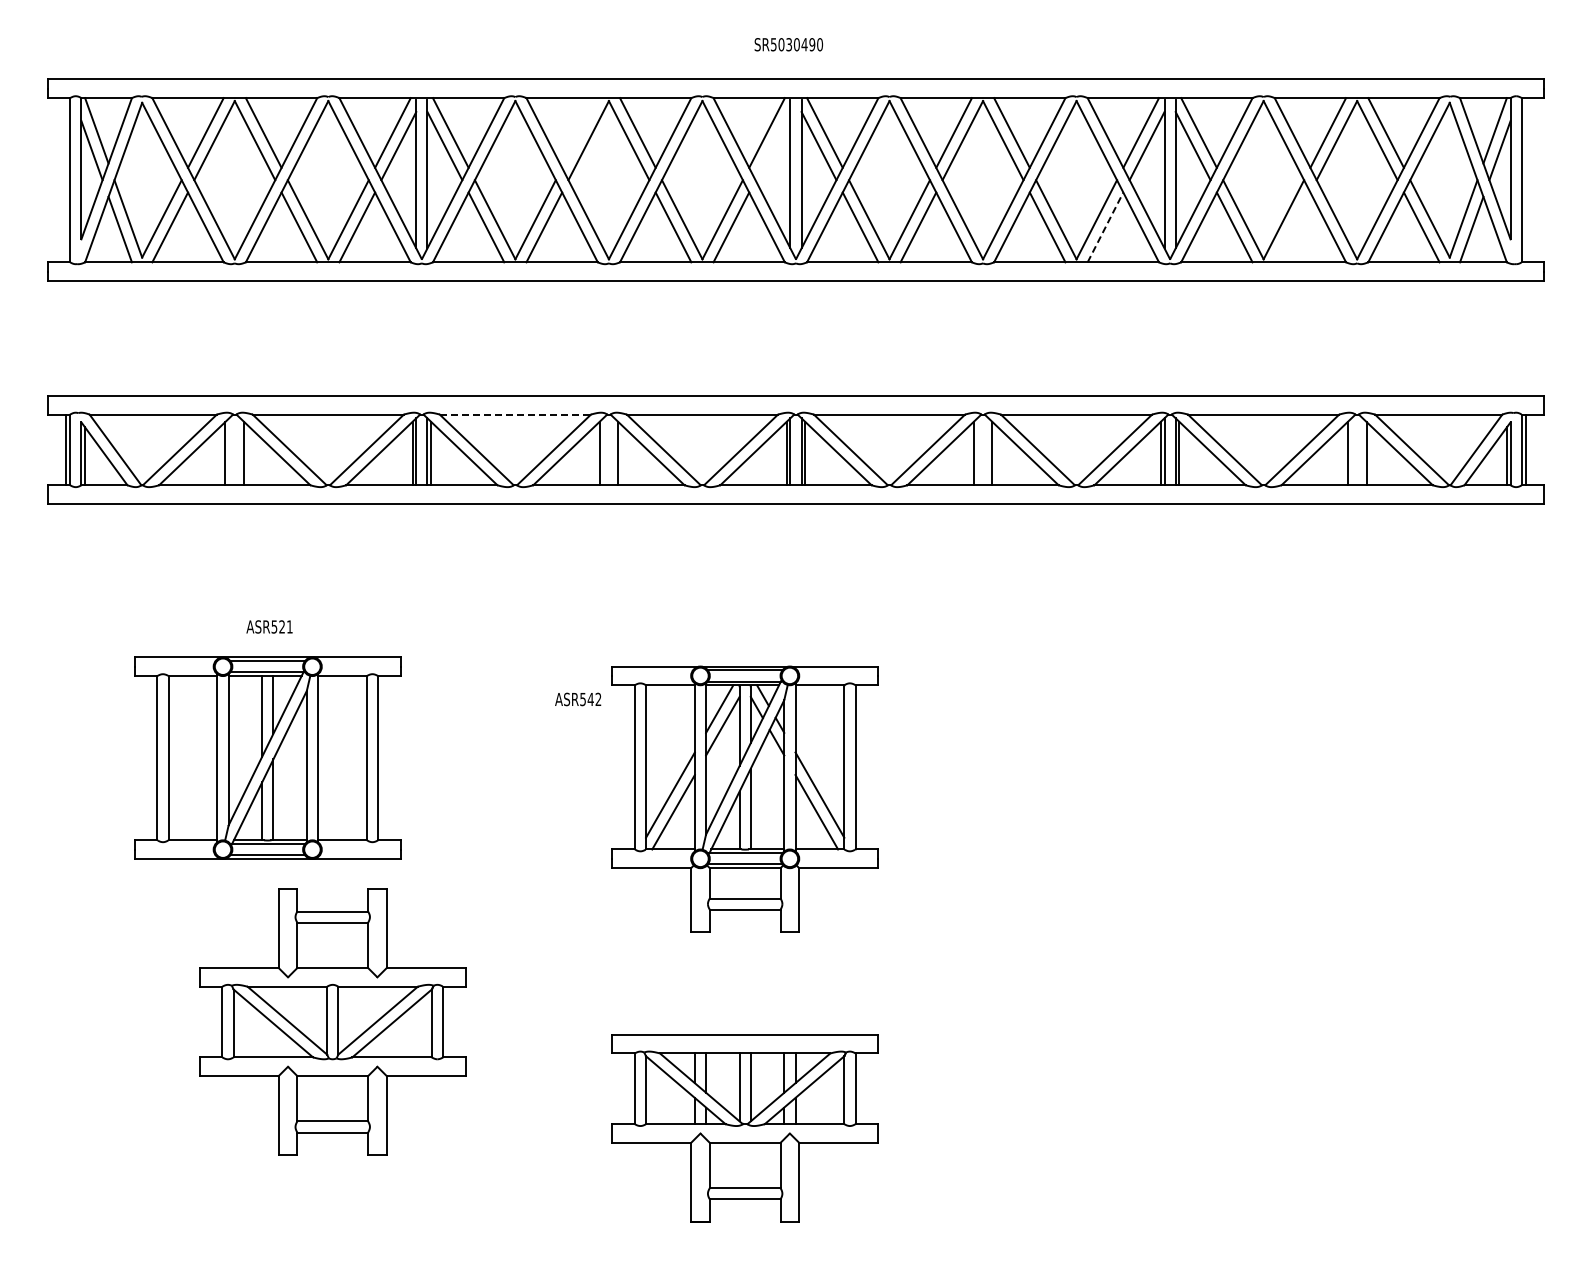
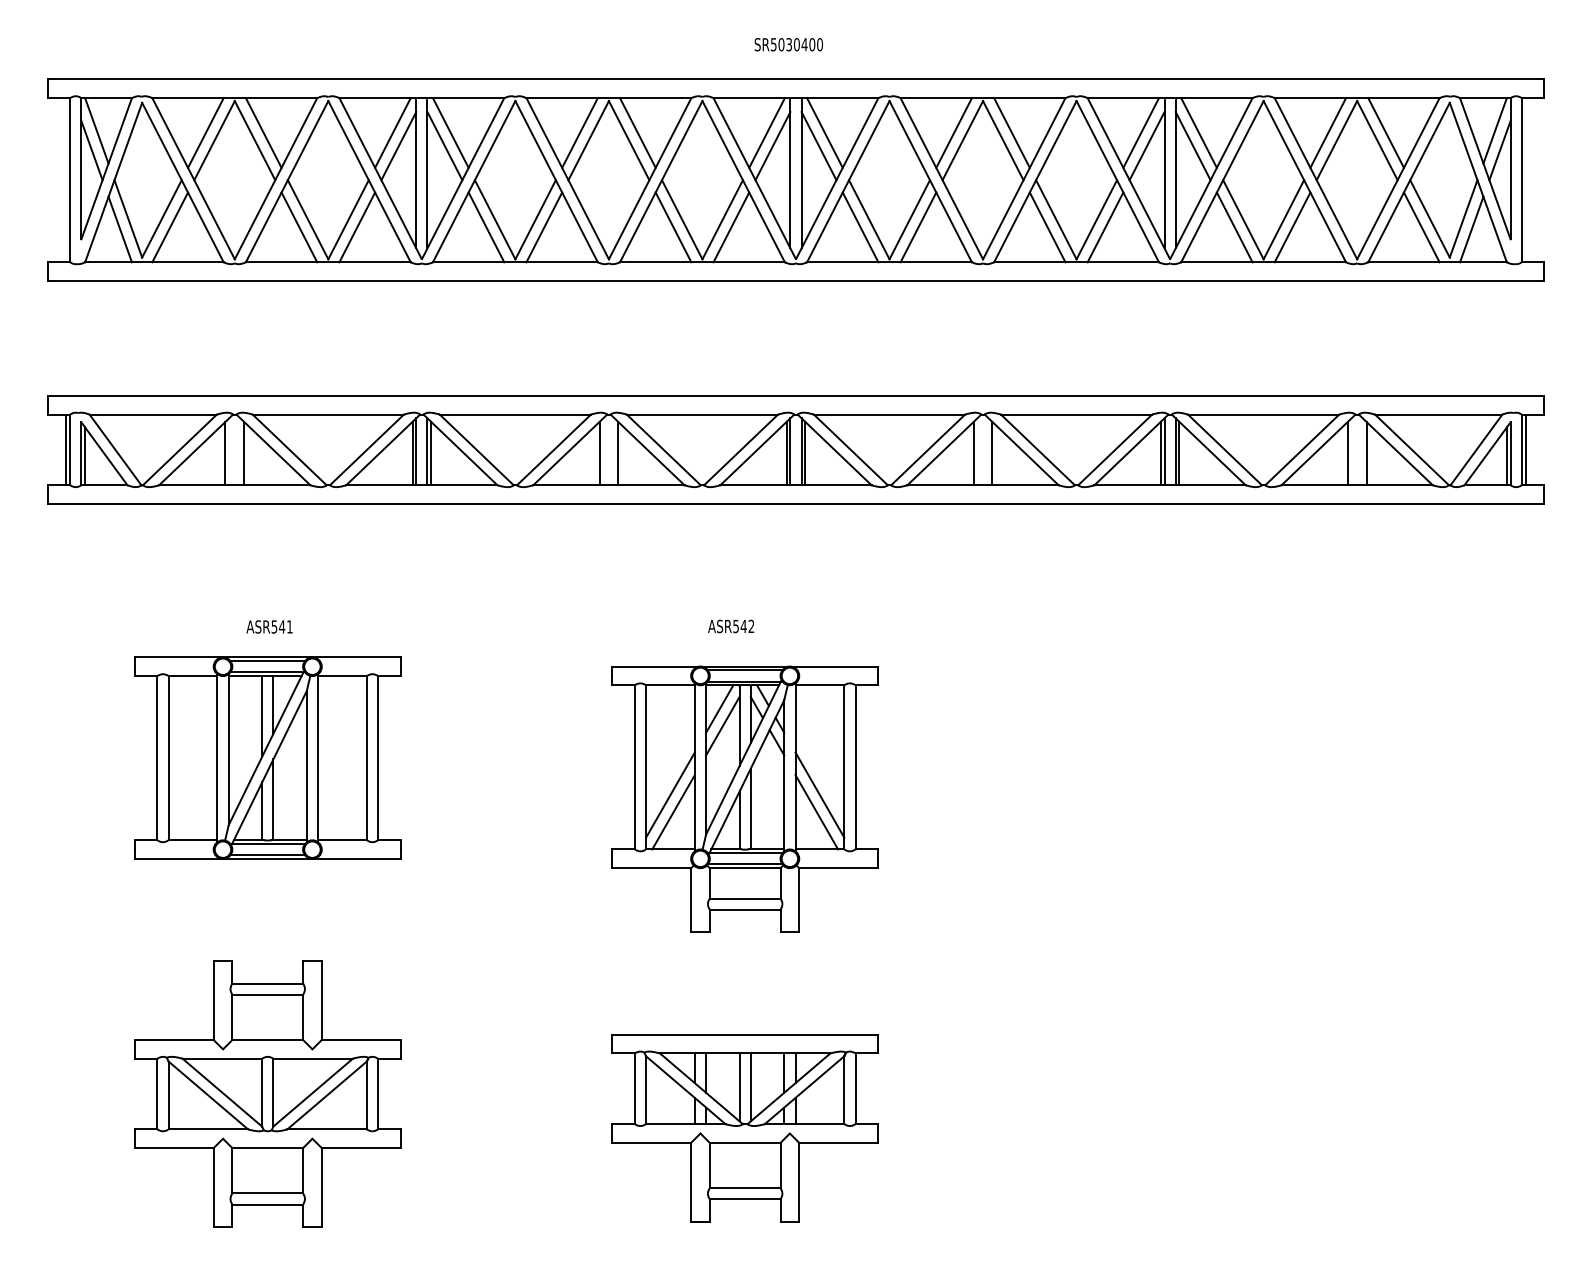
text at (812, 44): SR5030490 -> SR5030400
line at (579, 132): none -> present
line at (772, 146): none -> present
line at (1105, 227): dashed -> solid
line at (1292, 227): none -> present
line at (515, 414): dashed -> solid
text at (282, 626): ASR521 -> ASR541
text at (578, 699) position: (578, 699) -> (731, 626)
part at (332, 1021) position: (332, 1021) -> (267, 1093)
